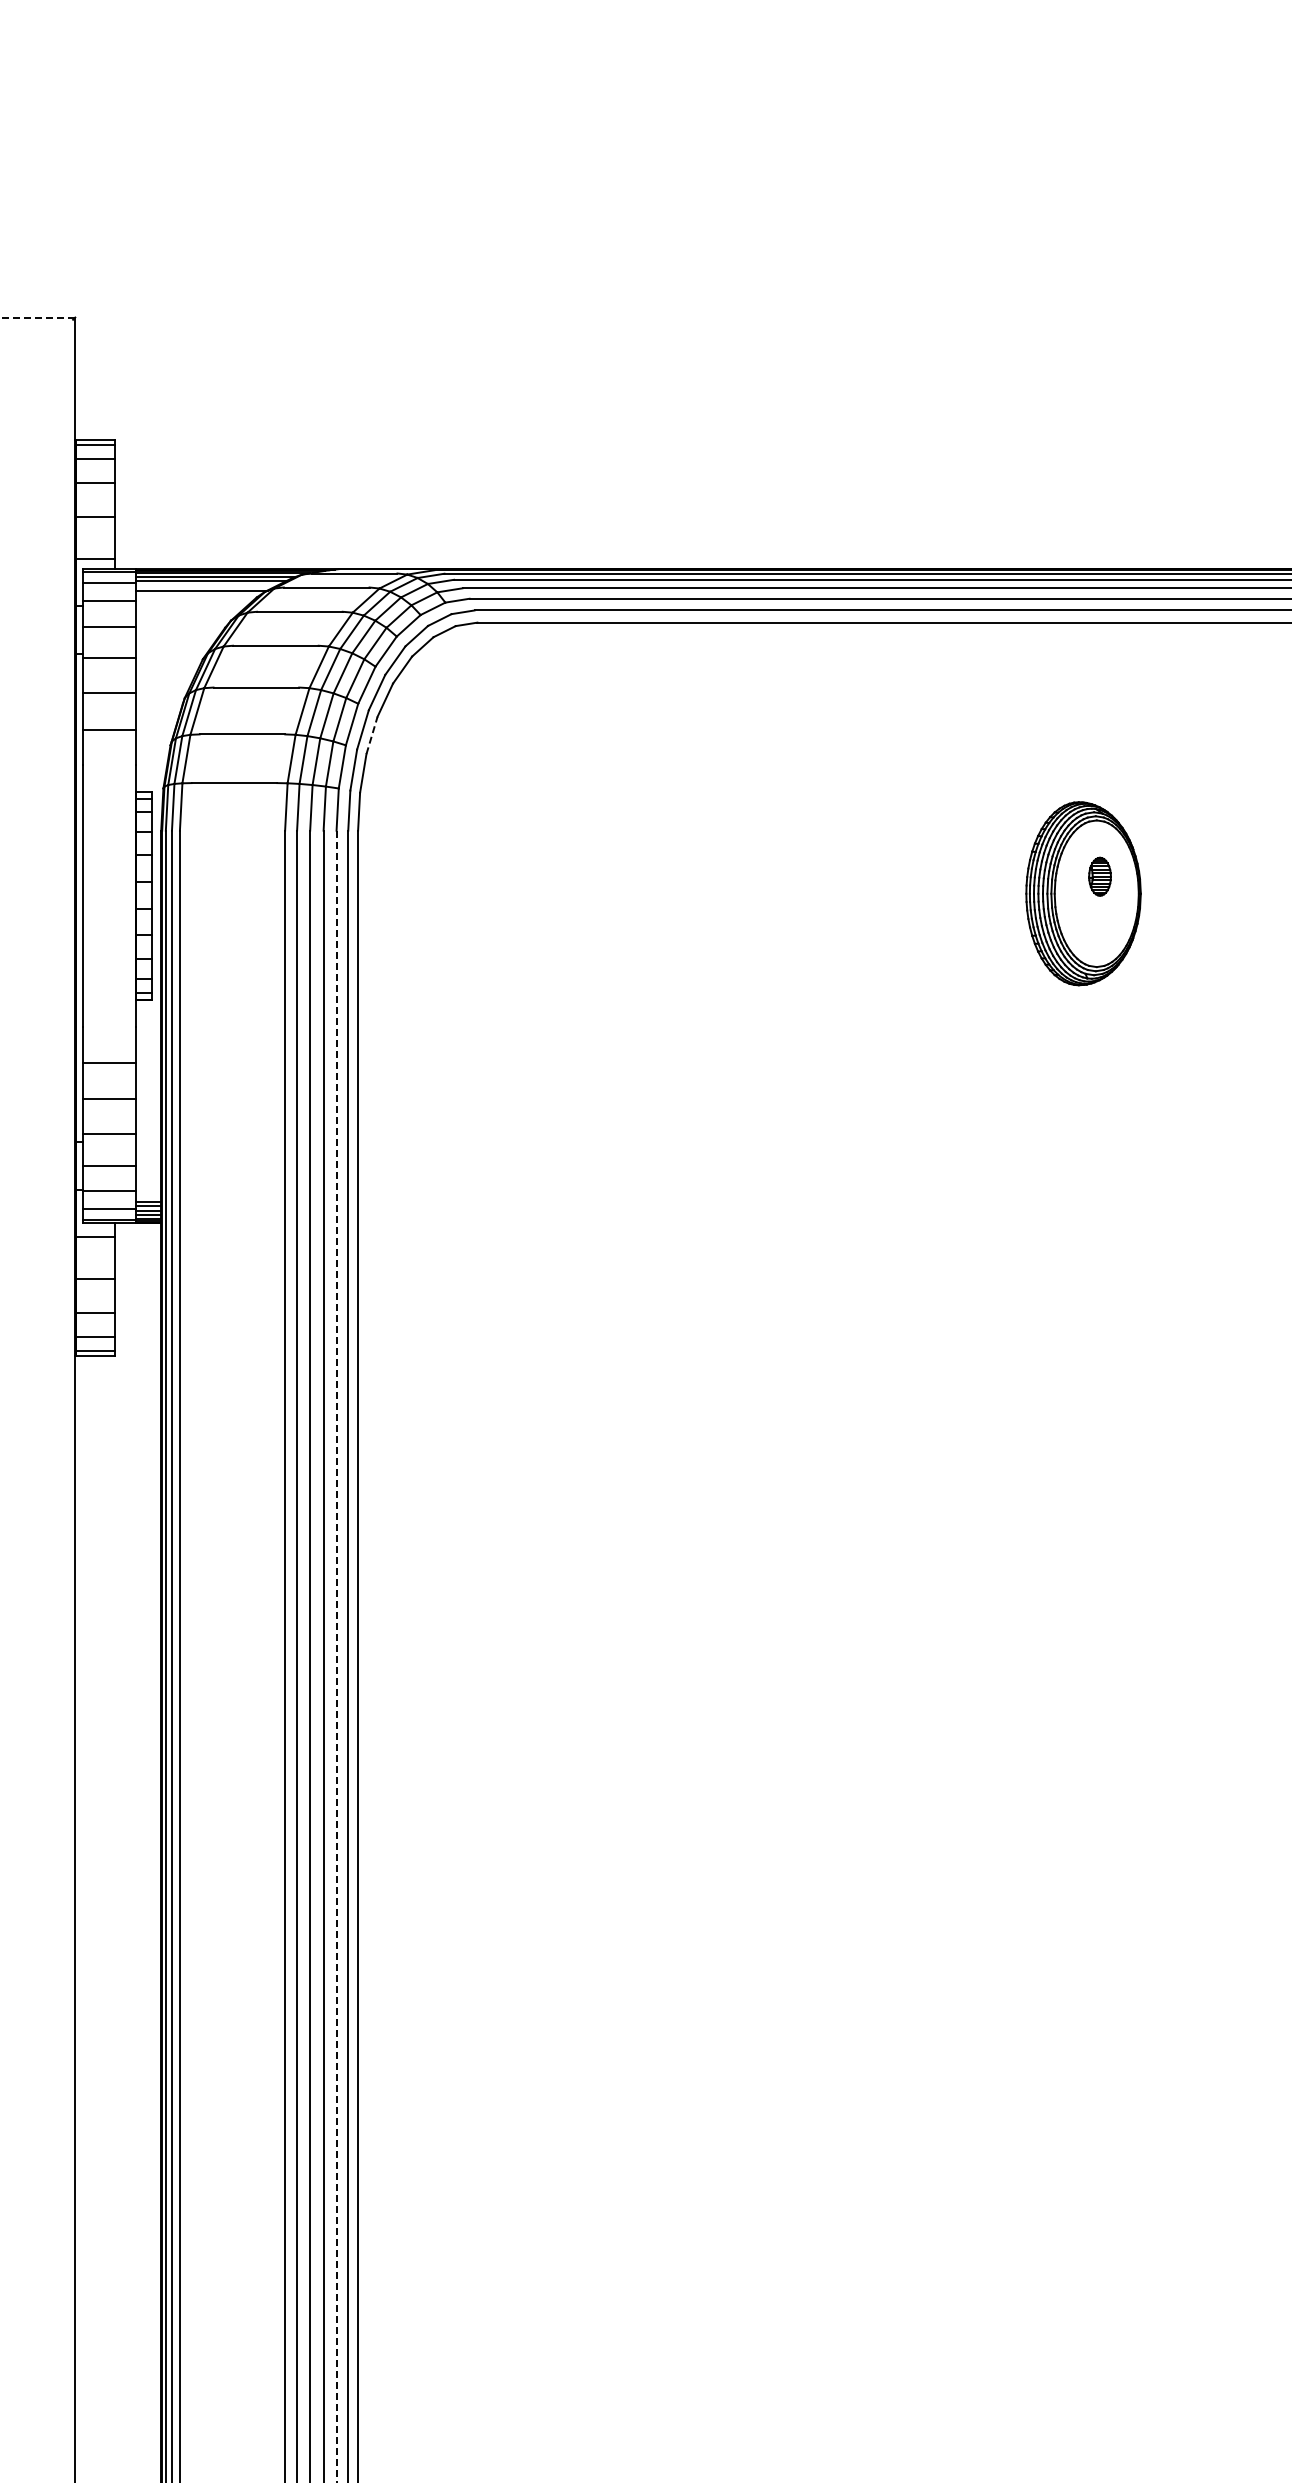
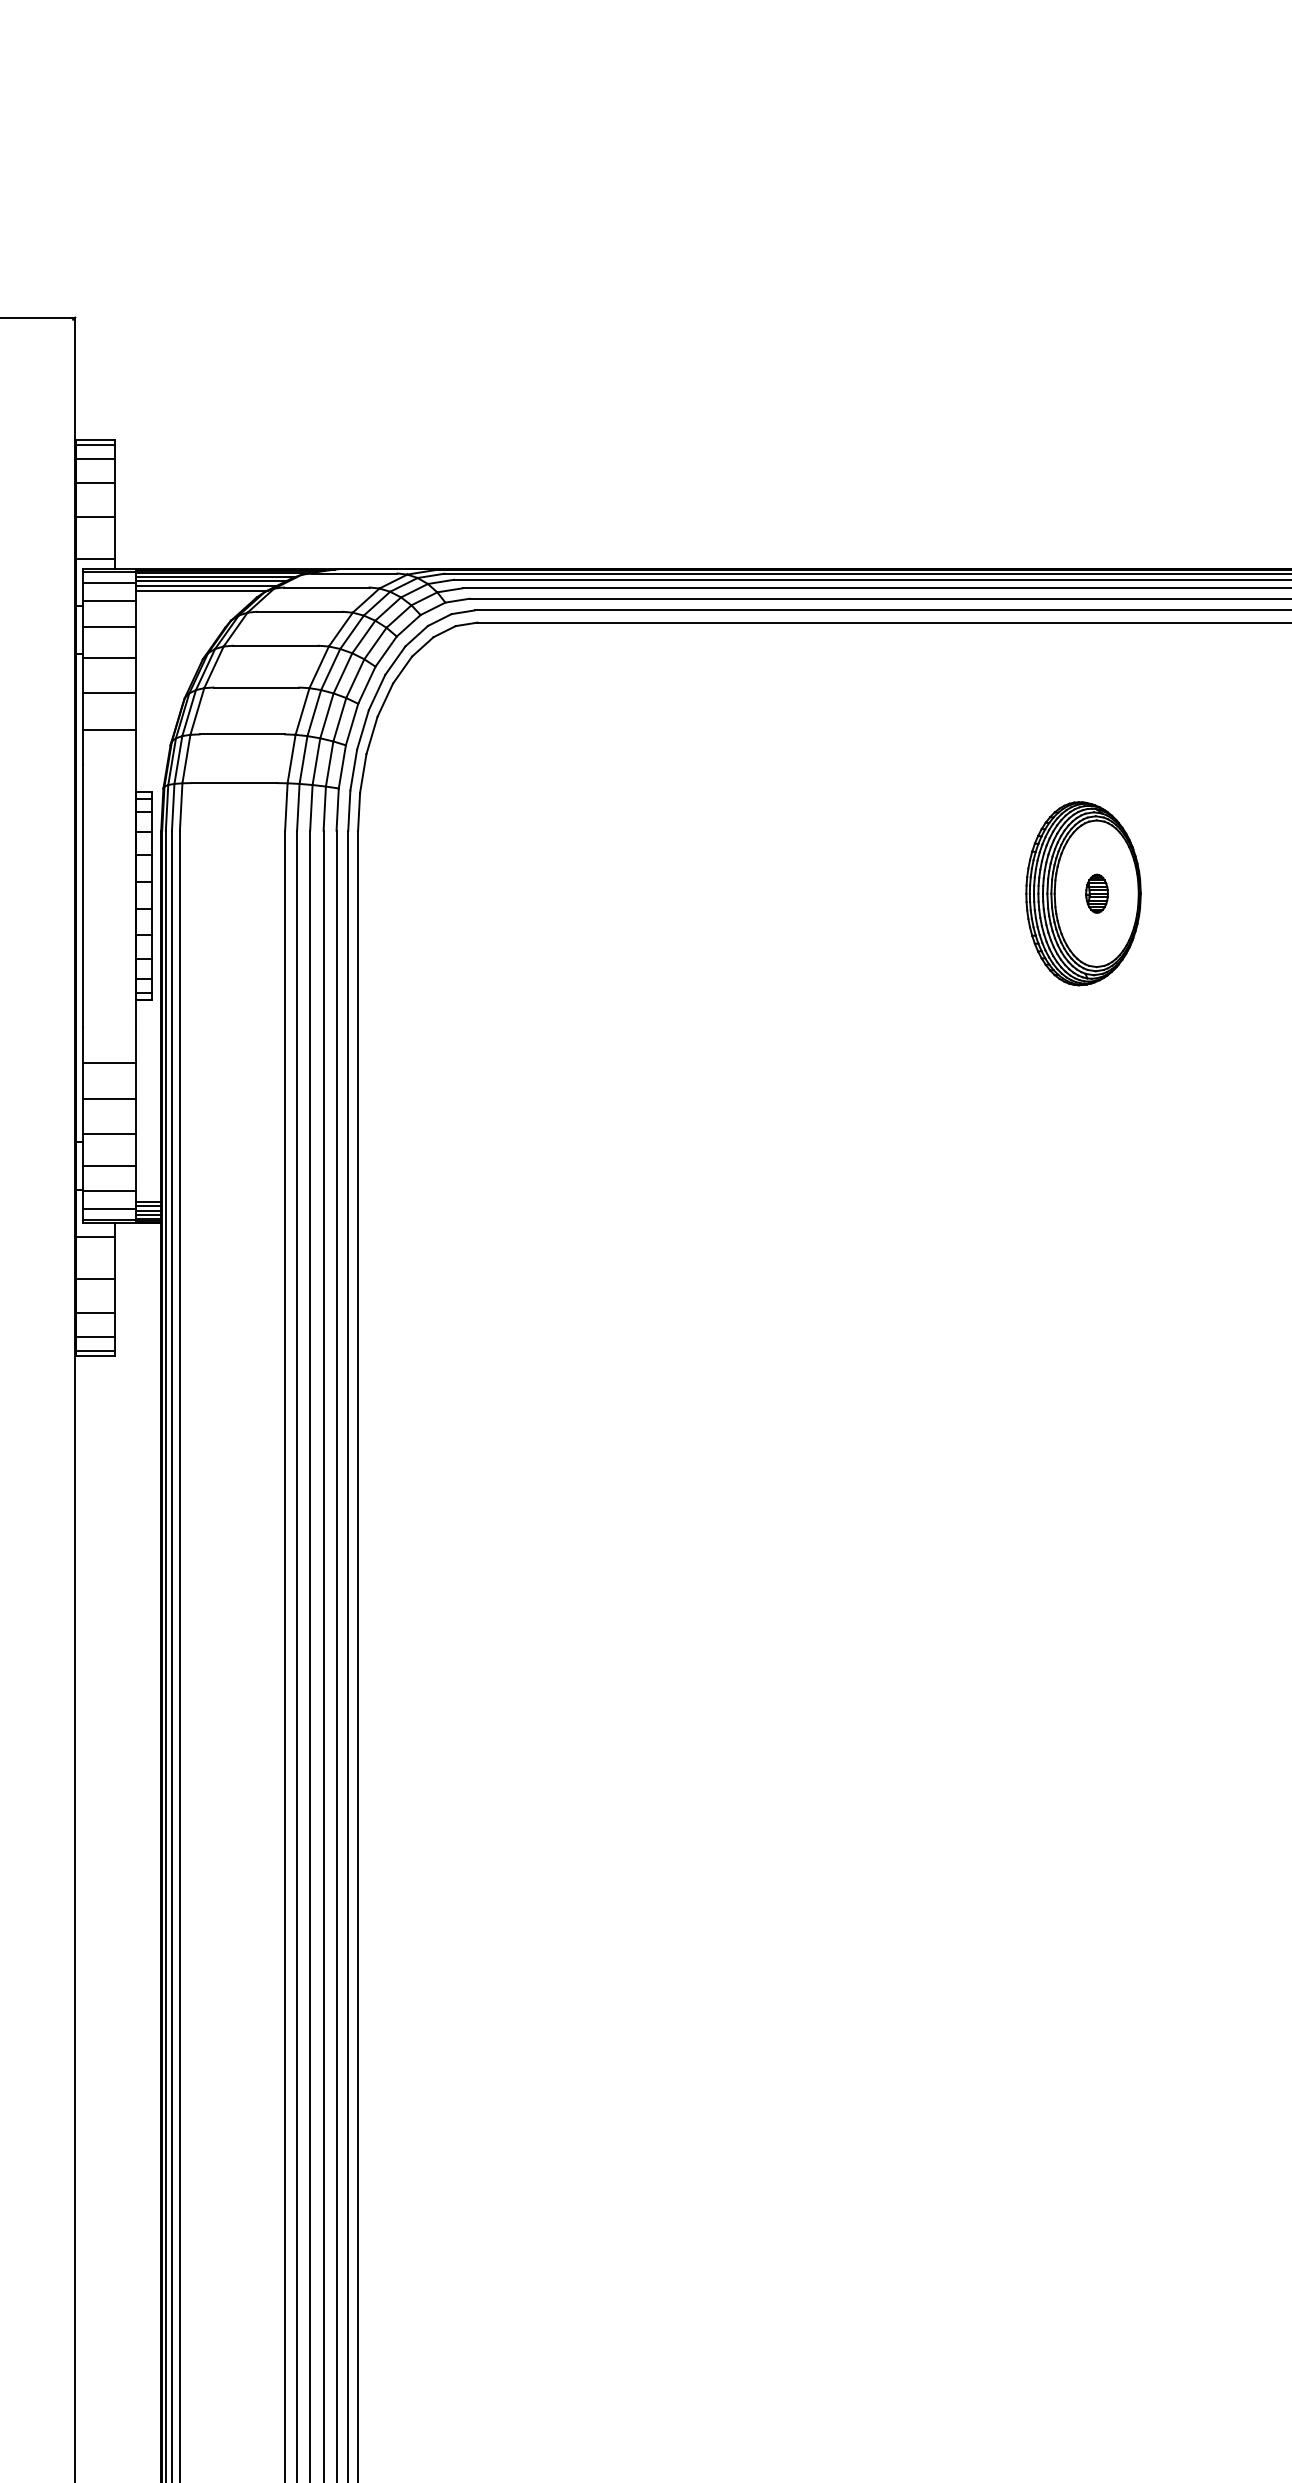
line at (37, 317): dashed -> solid
line at (206, 585): none -> present
line at (372, 734): dashed -> solid
part at (1099, 876) position: (1099, 876) -> (1096, 893)
line at (336, 1656): dashed -> solid
